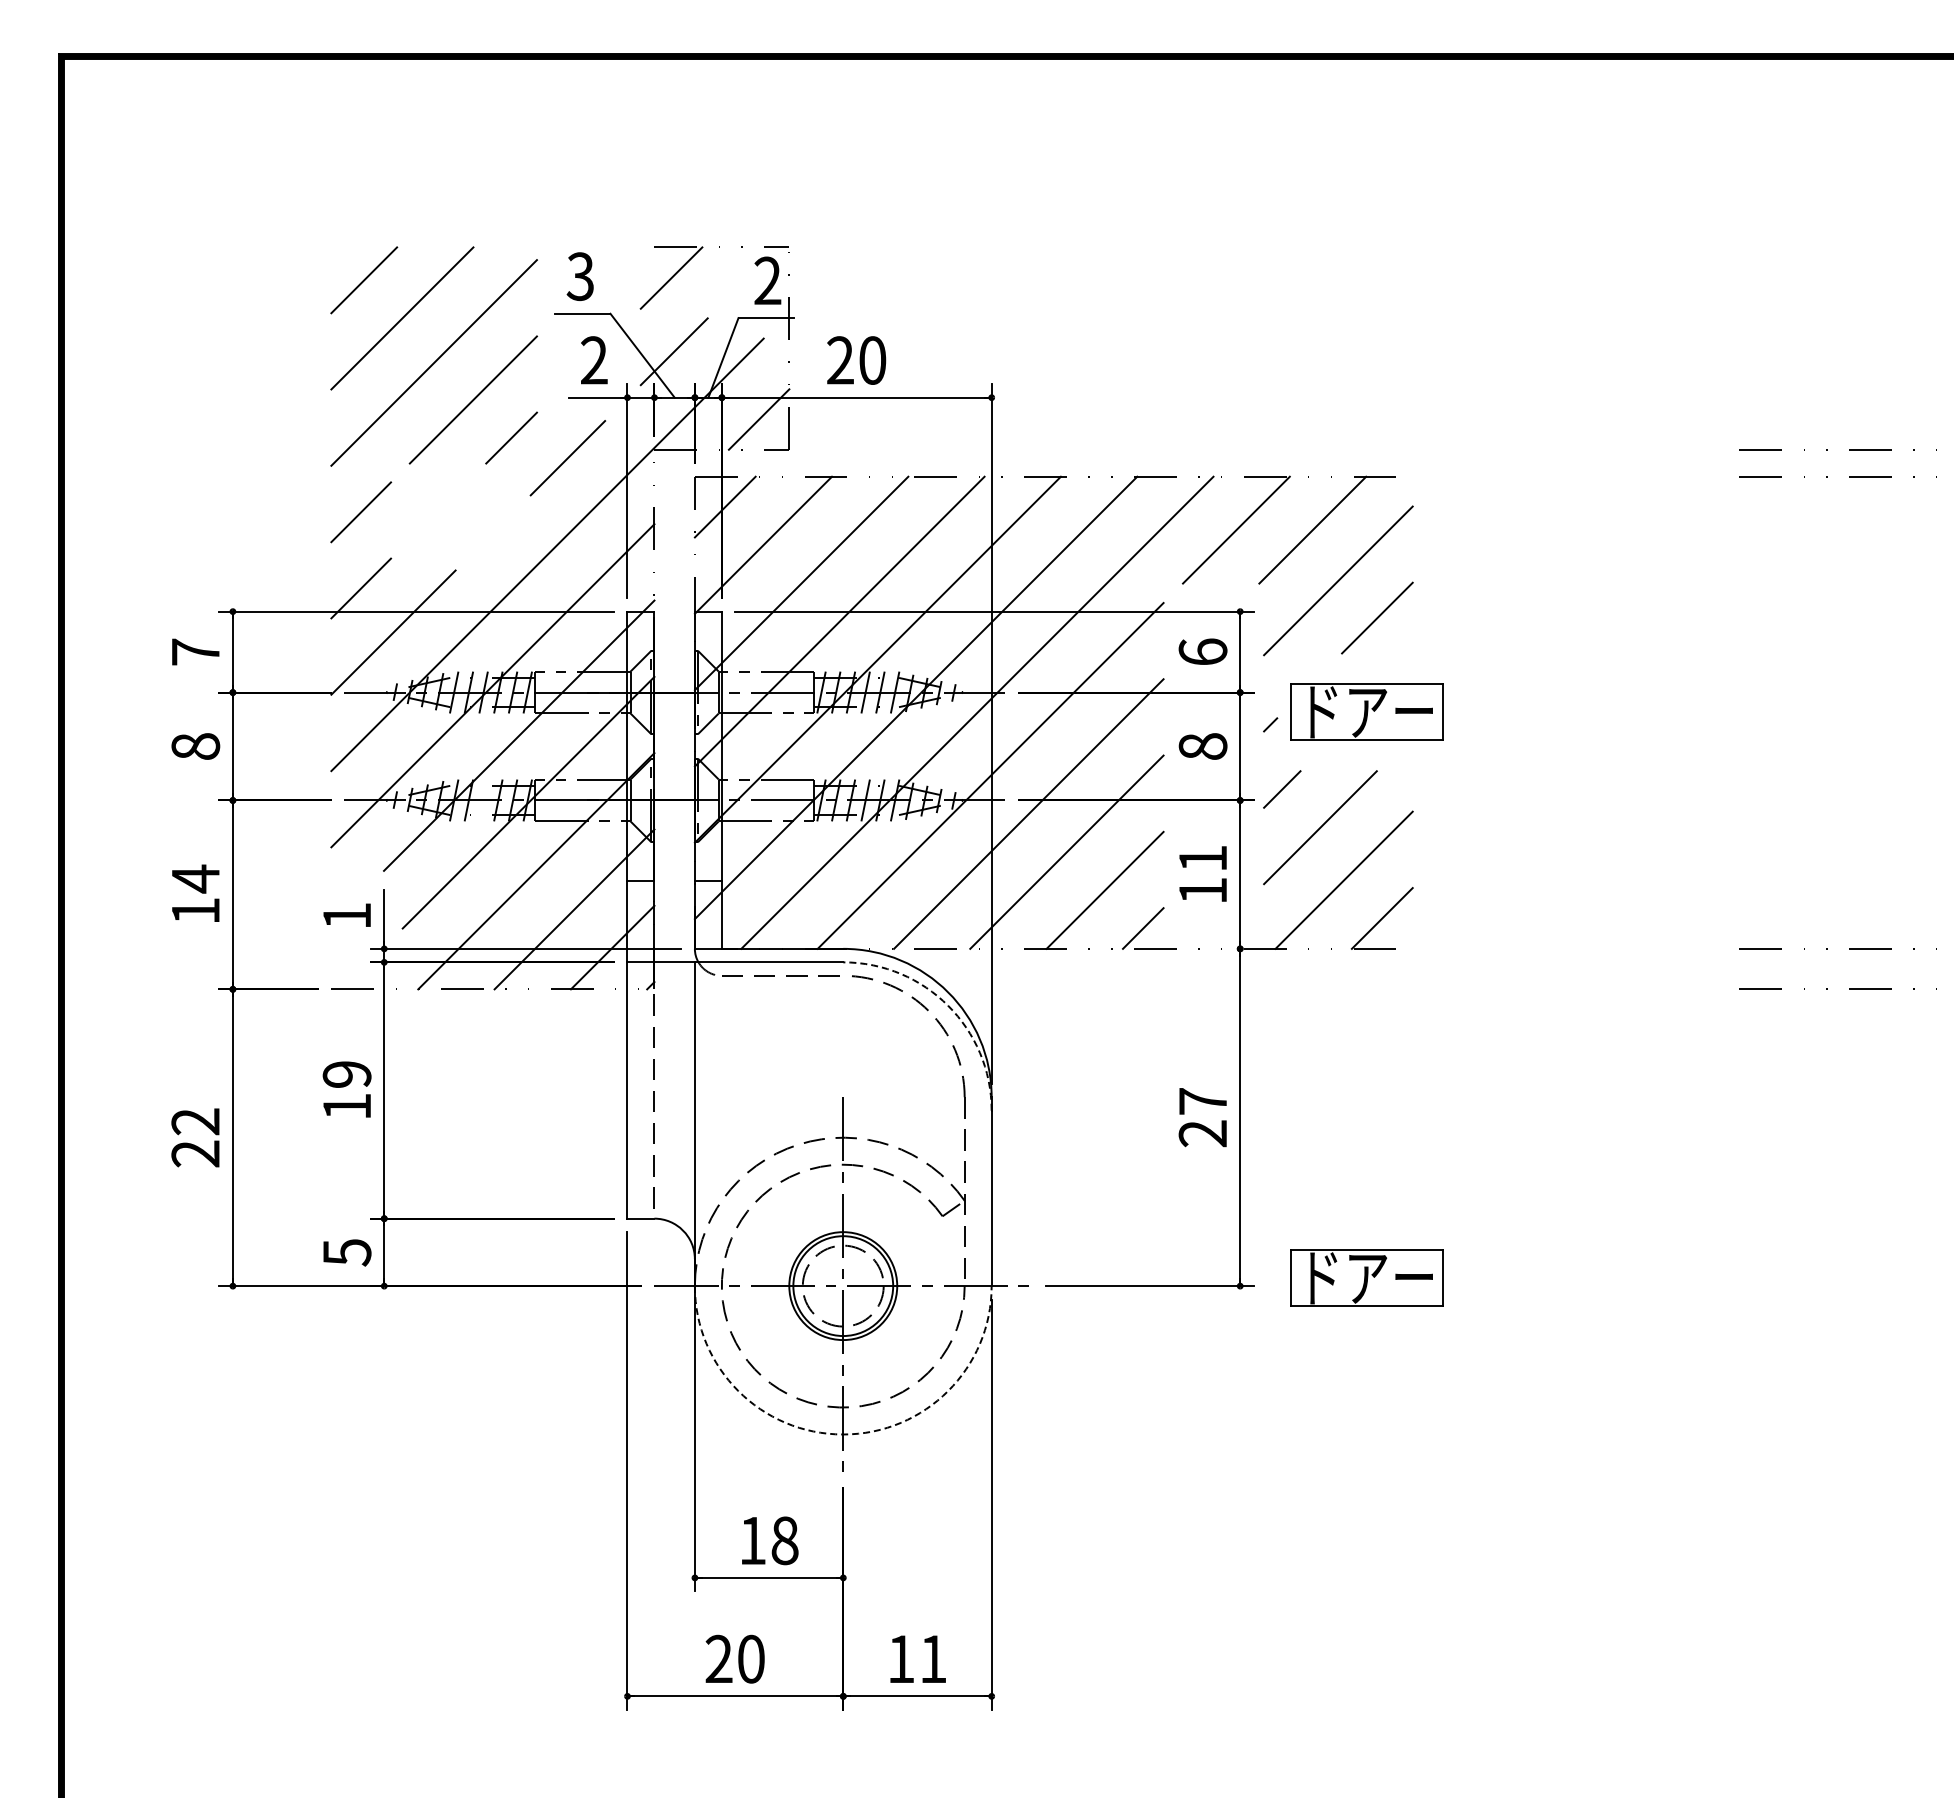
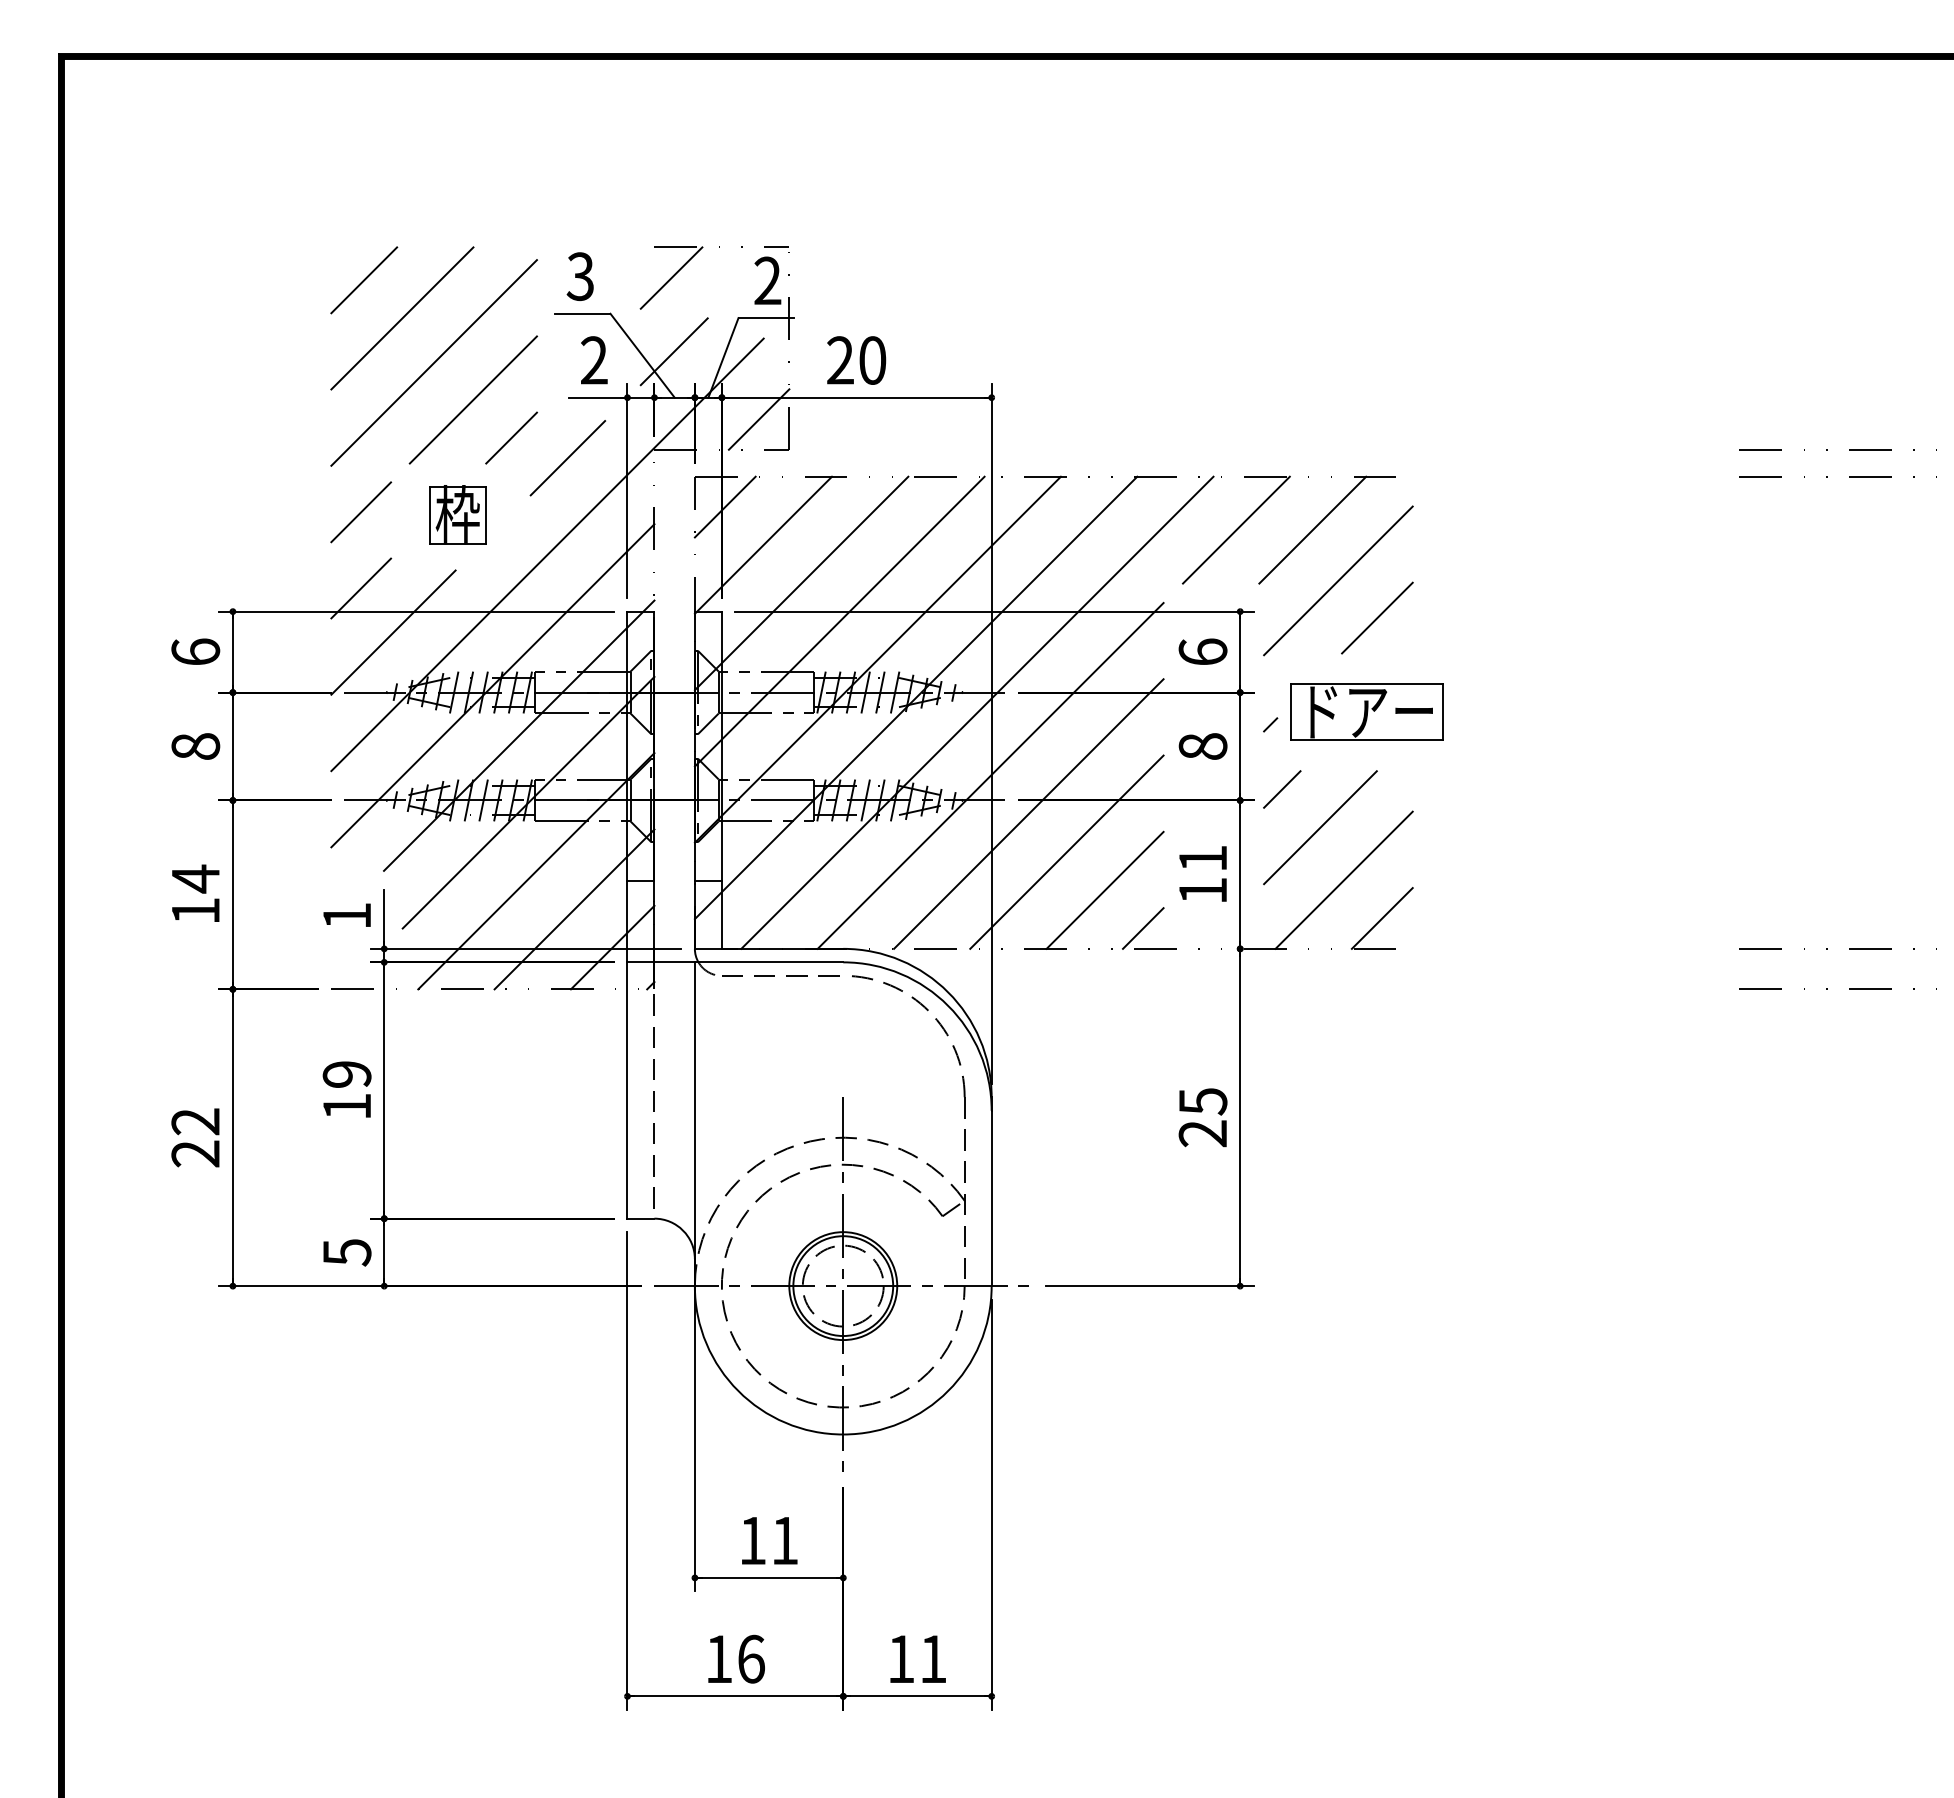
part at (457, 514): none -> present
text at (195, 651): 7 -> 6
line at (483, 800): none -> present
arc at (948, 1005): dashed -> solid
text at (1203, 1101): 27 -> 25
part at (1366, 1277): present -> none
arc at (843, 1434): dashed -> solid
text at (784, 1540): 18 -> 11
text at (734, 1658): 20 -> 16
